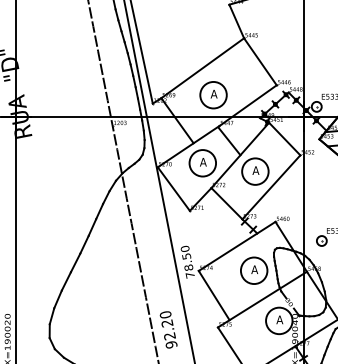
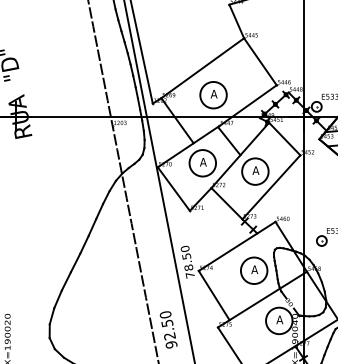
line at (16, 181): present -> none
text at (167, 323): 92.20 -> 92.50
